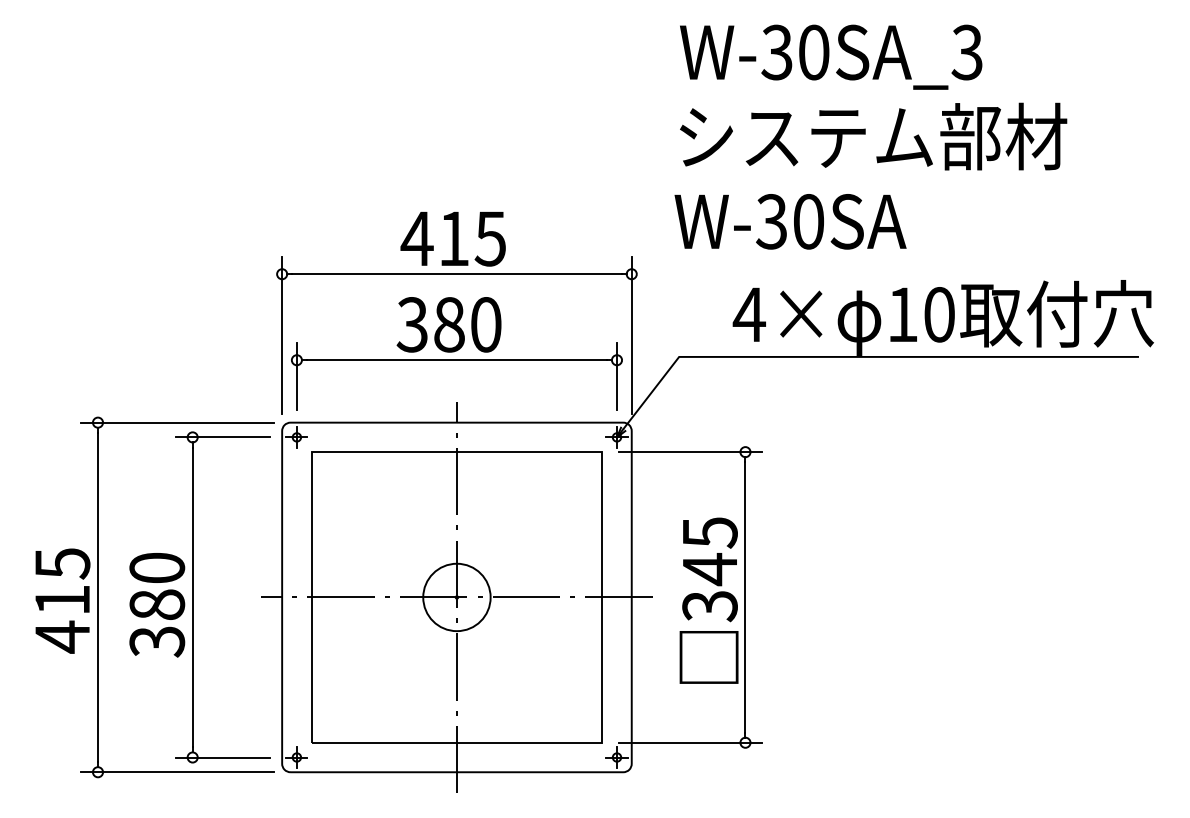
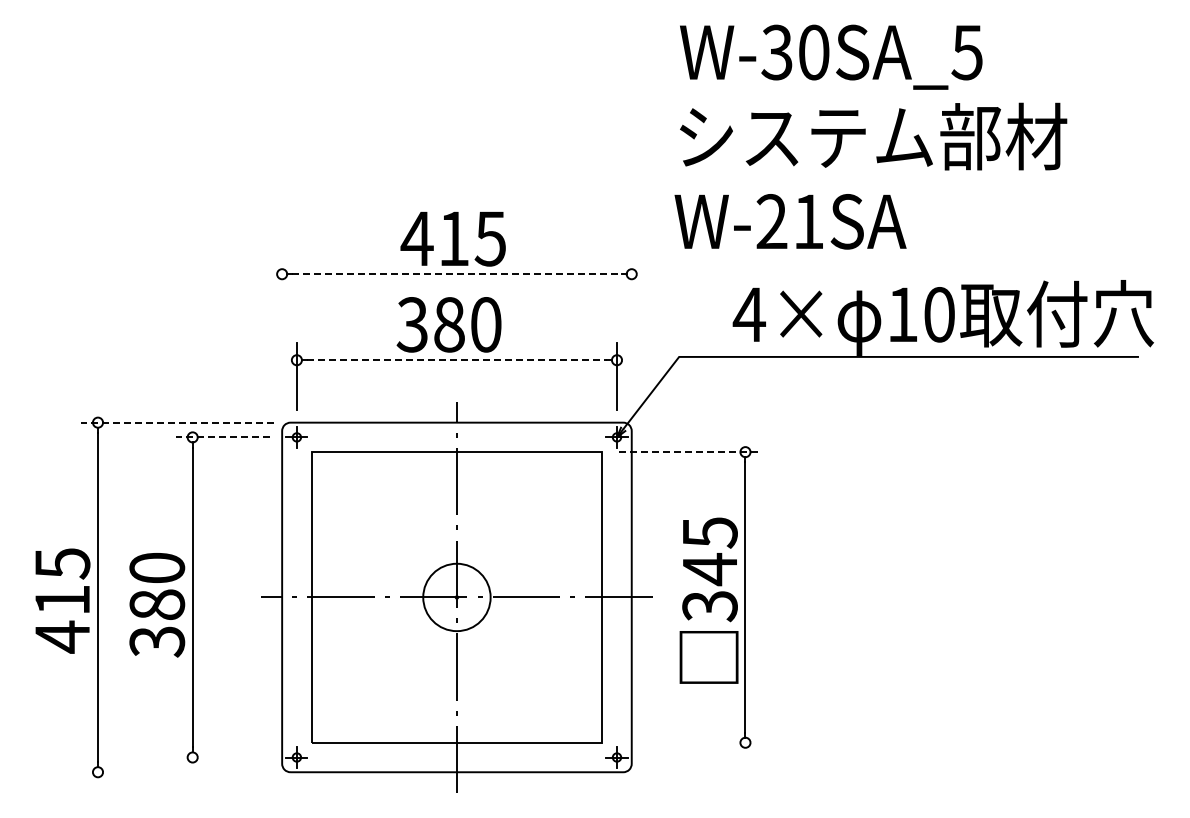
text at (966, 51): W-30SA_3 -> W-30SA_5
text at (790, 221): W-30SA -> W-21SA
line at (456, 274): solid -> dashed
line at (282, 335): present -> none
line at (631, 335): present -> none
line at (456, 360): solid -> dashed
line at (176, 422): solid -> dashed
line at (222, 437): solid -> dashed
line at (690, 452): solid -> dashed
line at (690, 742): present -> none
line at (222, 757): present -> none
line at (177, 772): present -> none
